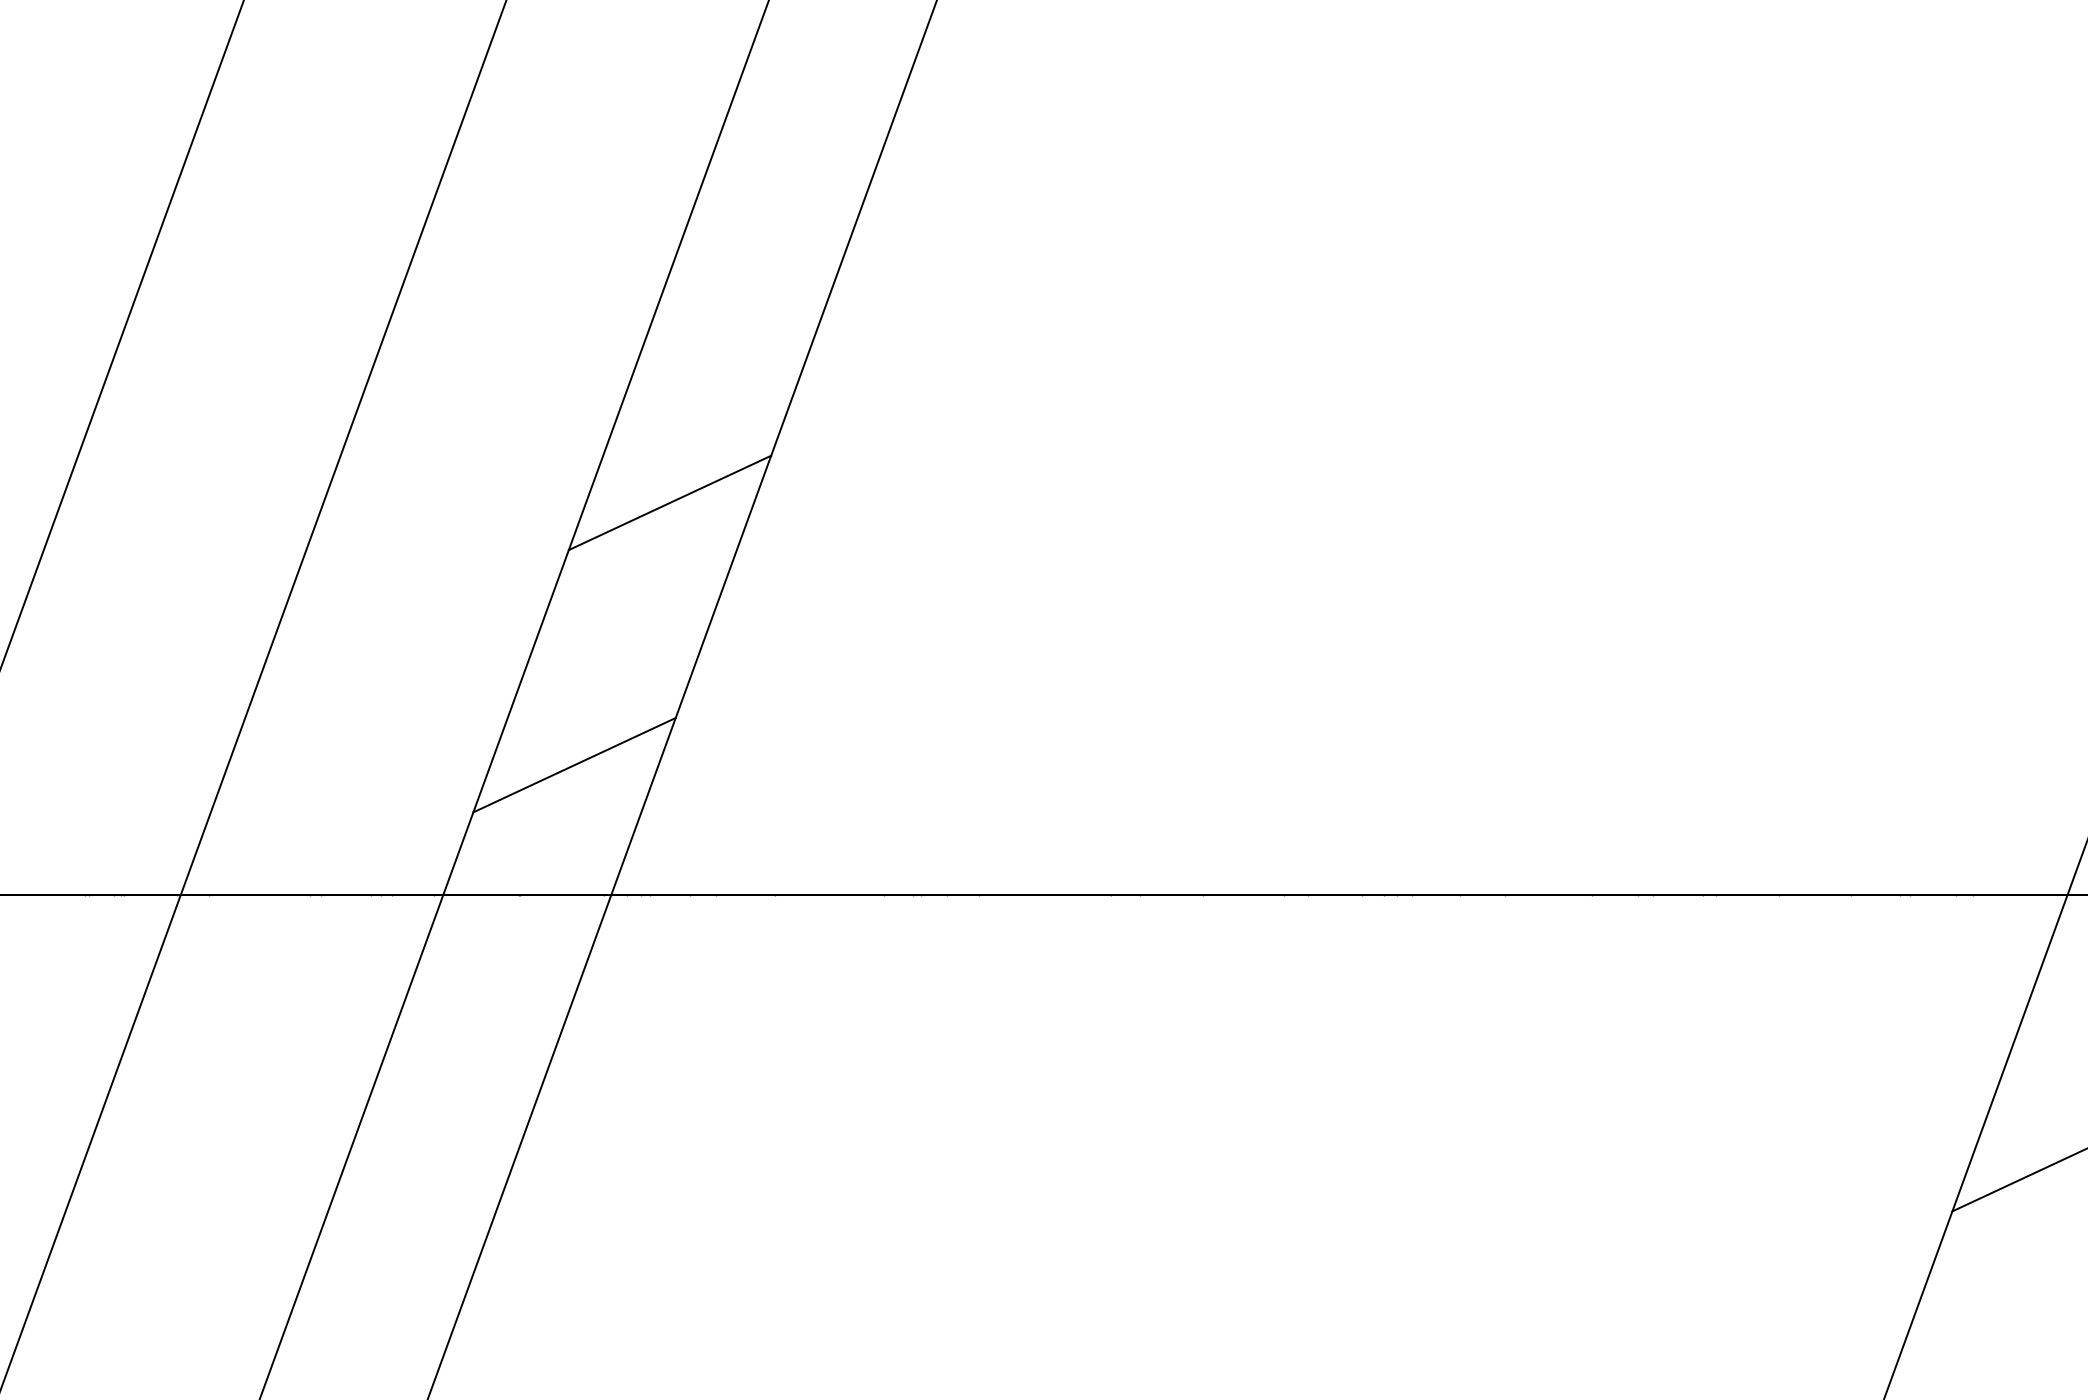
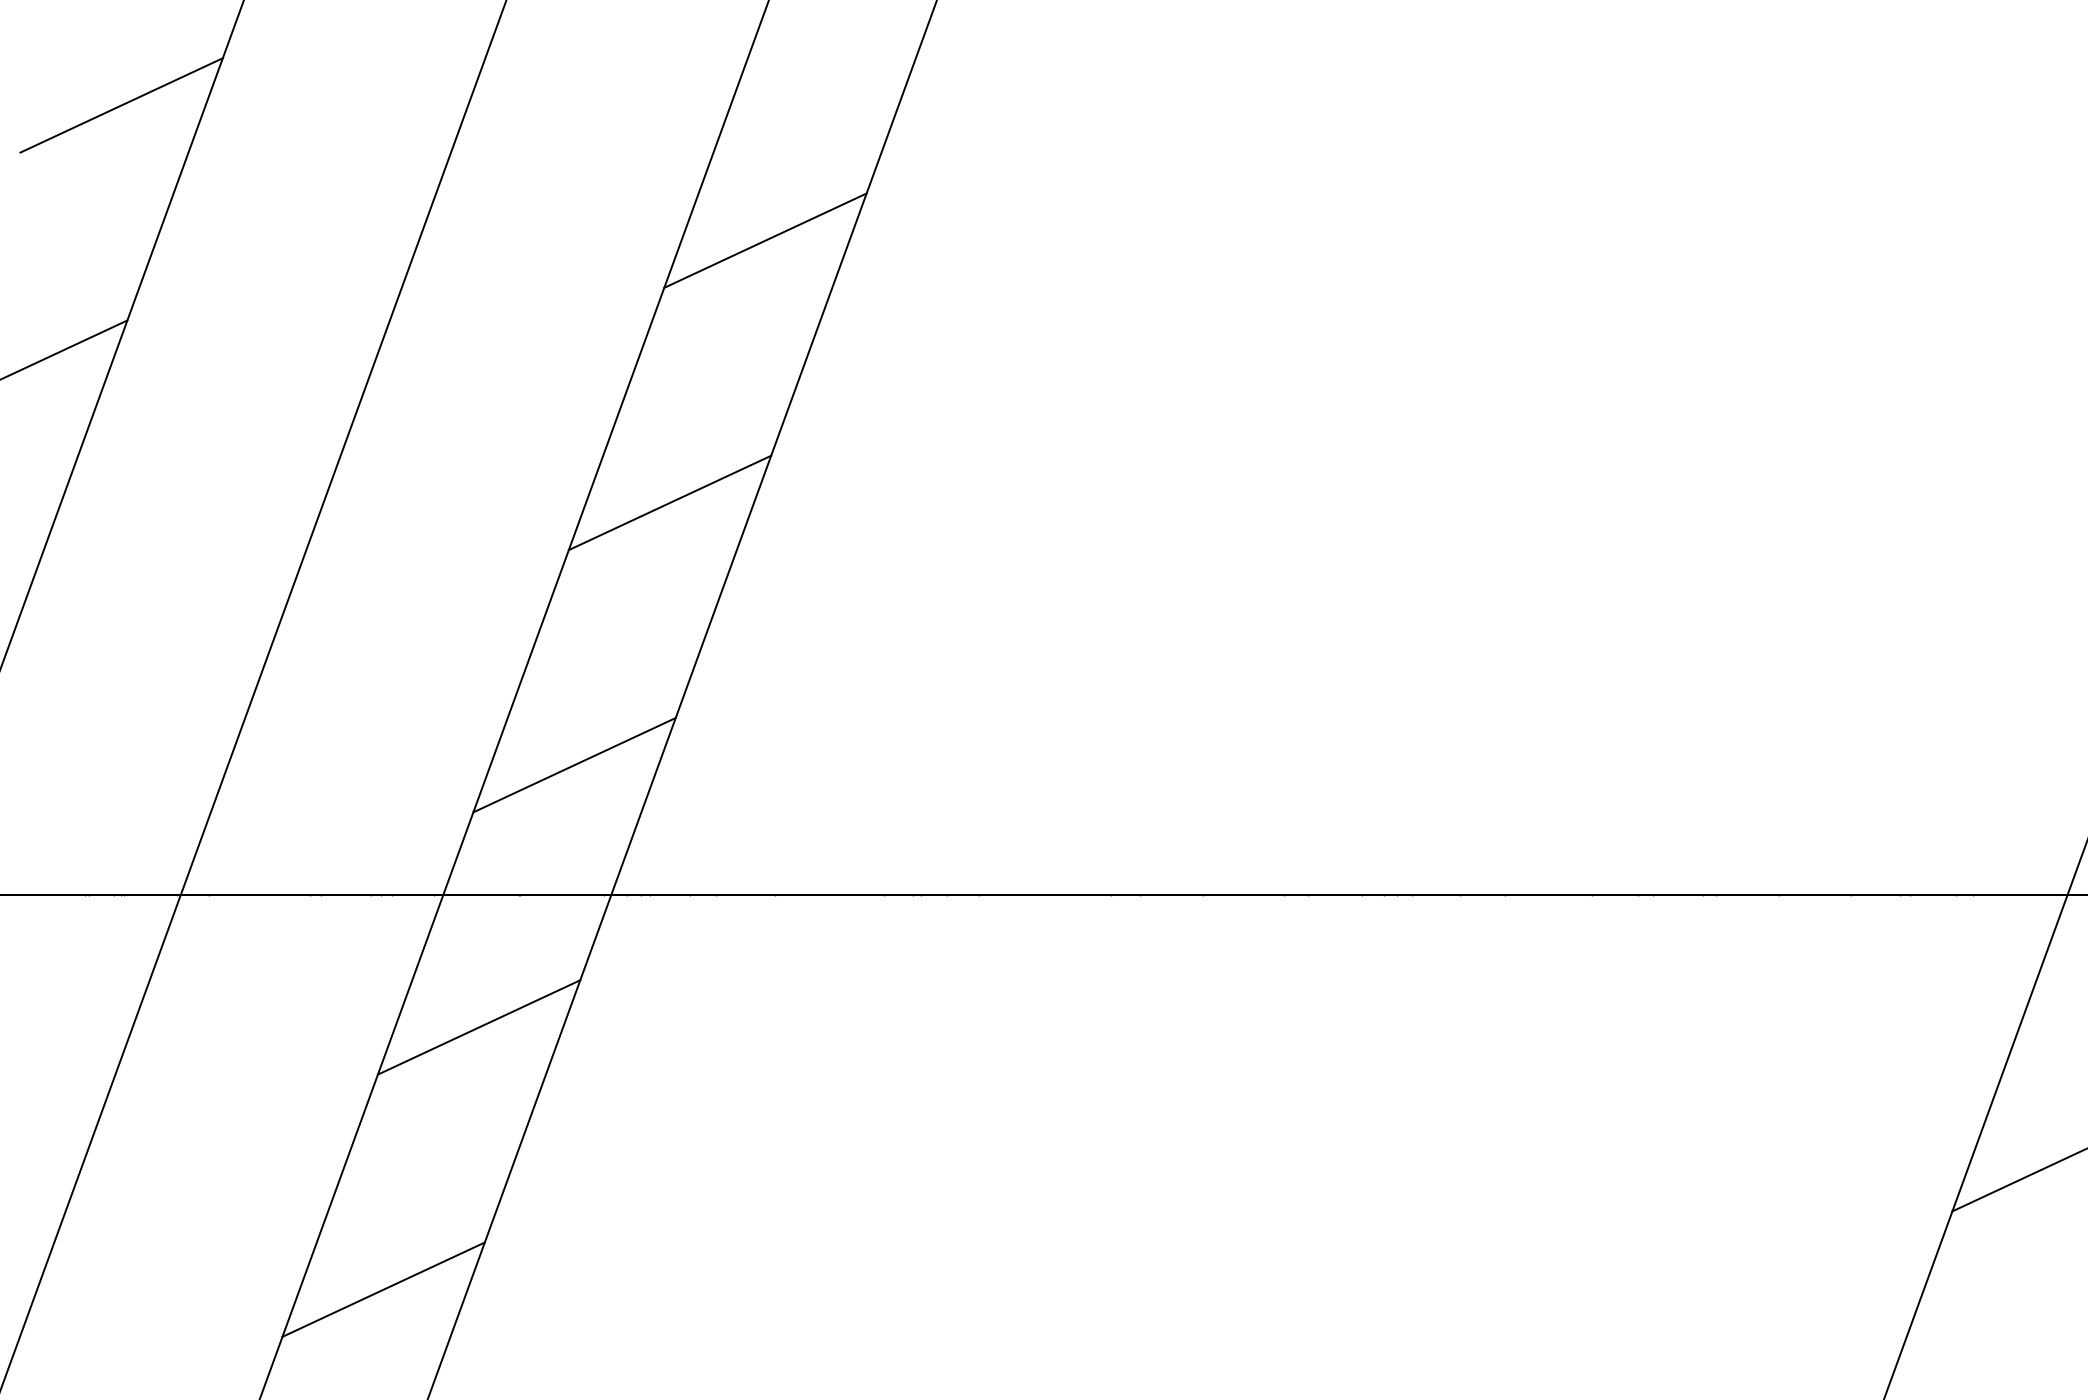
line at (121, 105): none -> present
line at (765, 240): none -> present
line at (64, 349): none -> present
line at (478, 1027): none -> present
line at (383, 1289): none -> present
